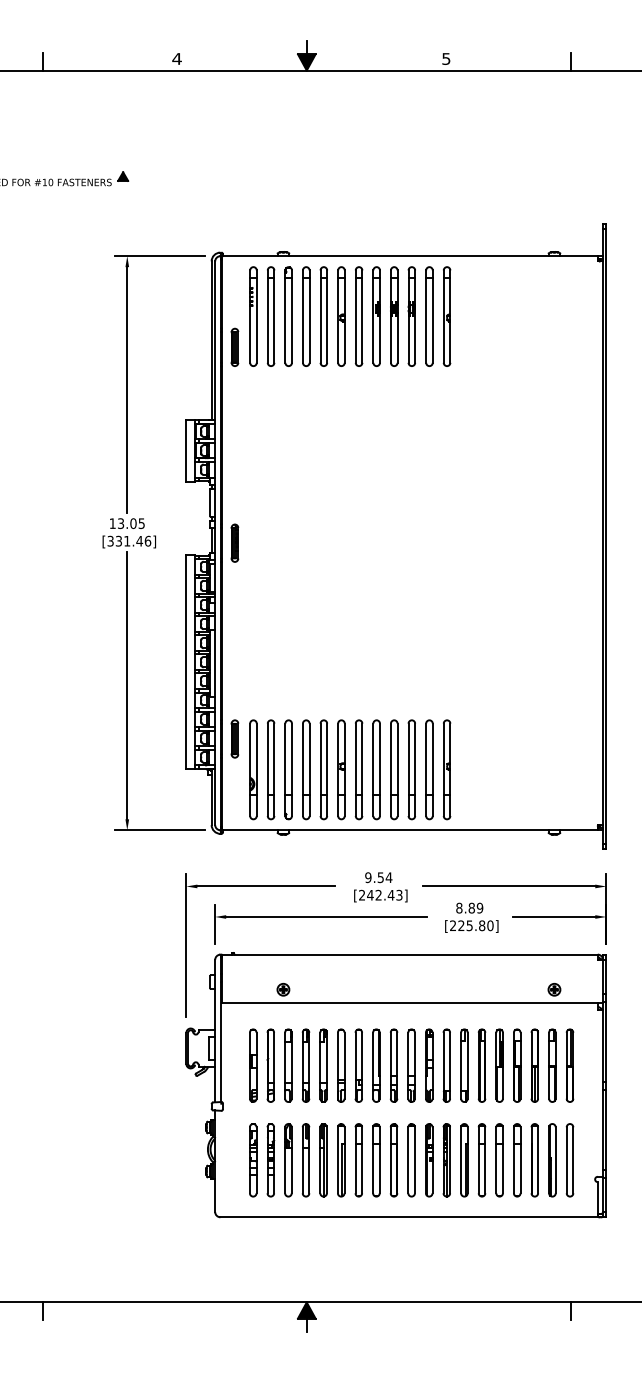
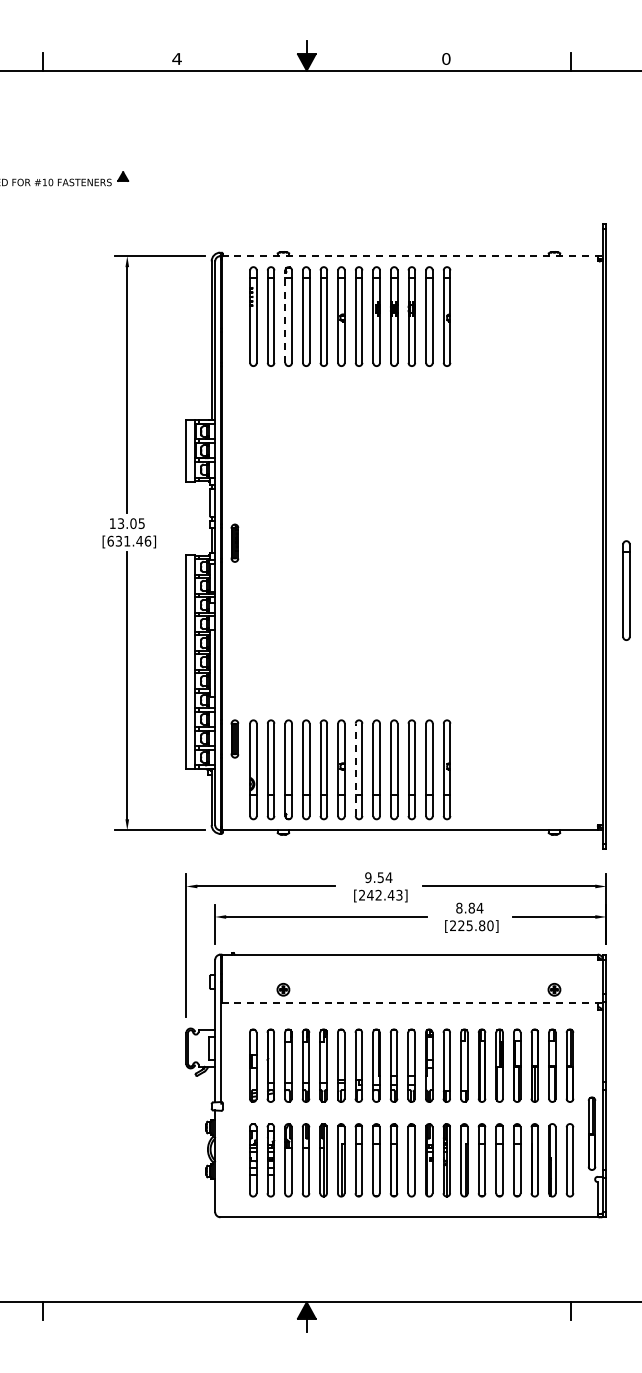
text at (446, 58): 5 -> 0
line at (412, 256): solid -> dashed
line at (285, 316): solid -> dashed
part at (234, 346): present -> none
text at (110, 540): [331.46] -> [631.46]
part at (626, 590): none -> present
line at (355, 769): solid -> dashed
text at (479, 907): 8.89 -> 8.84
line at (412, 1003): solid -> dashed
part at (591, 1133): none -> present
